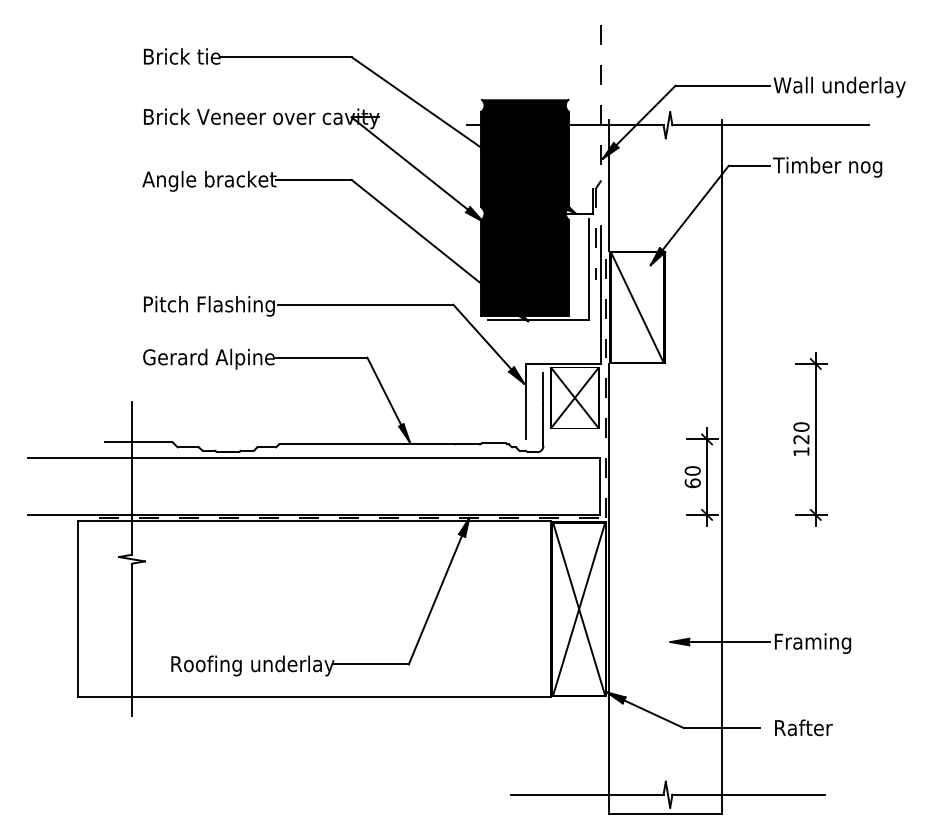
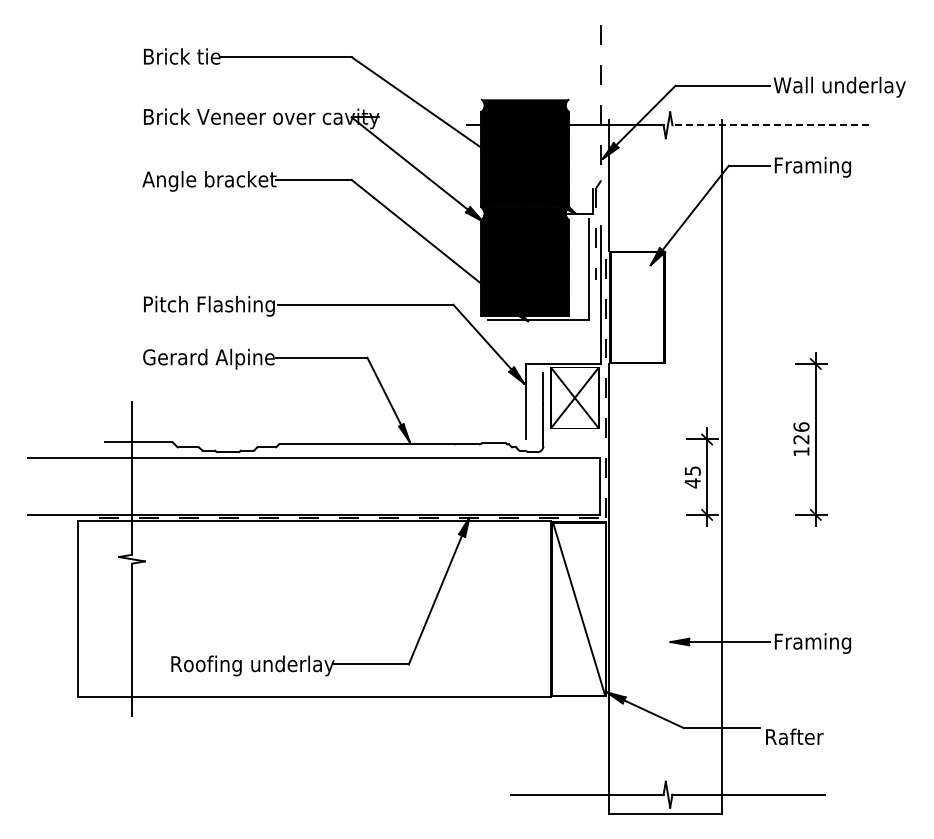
line at (770, 125): solid -> dashed
text at (827, 167): Timber nog -> Framing
line at (637, 307): present -> none
text at (801, 426): 120 -> 126
text at (692, 477): 60 -> 45
line at (578, 608): present -> none
text at (803, 727) position: (803, 727) -> (794, 736)
